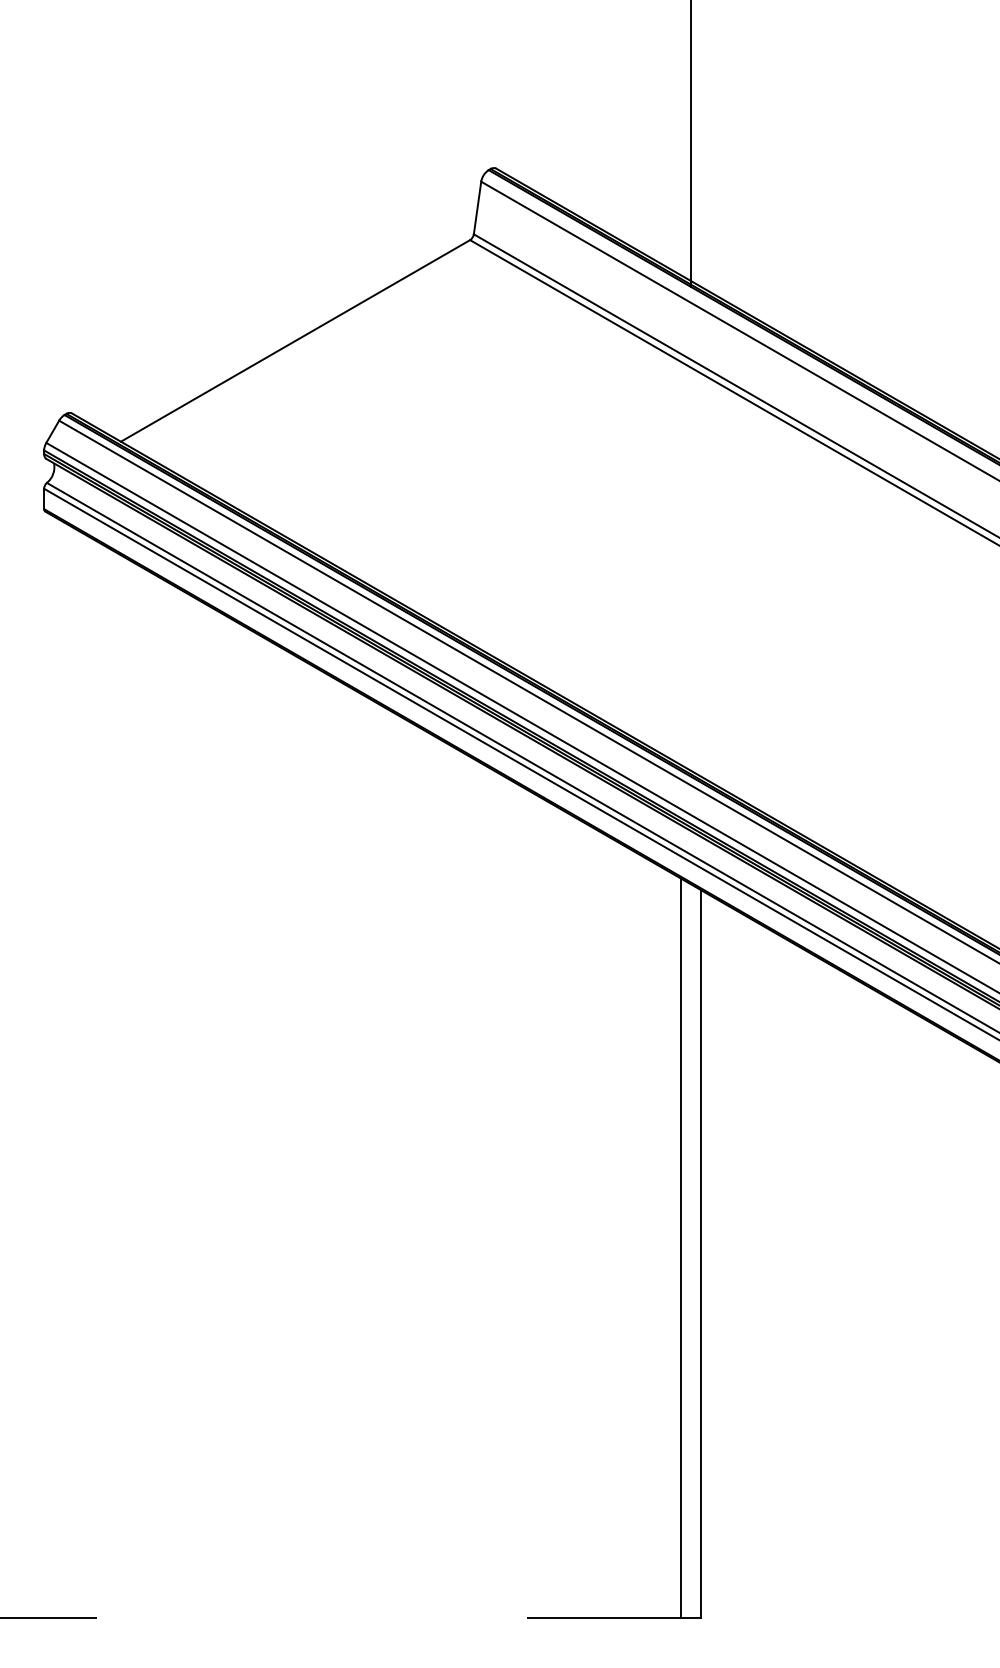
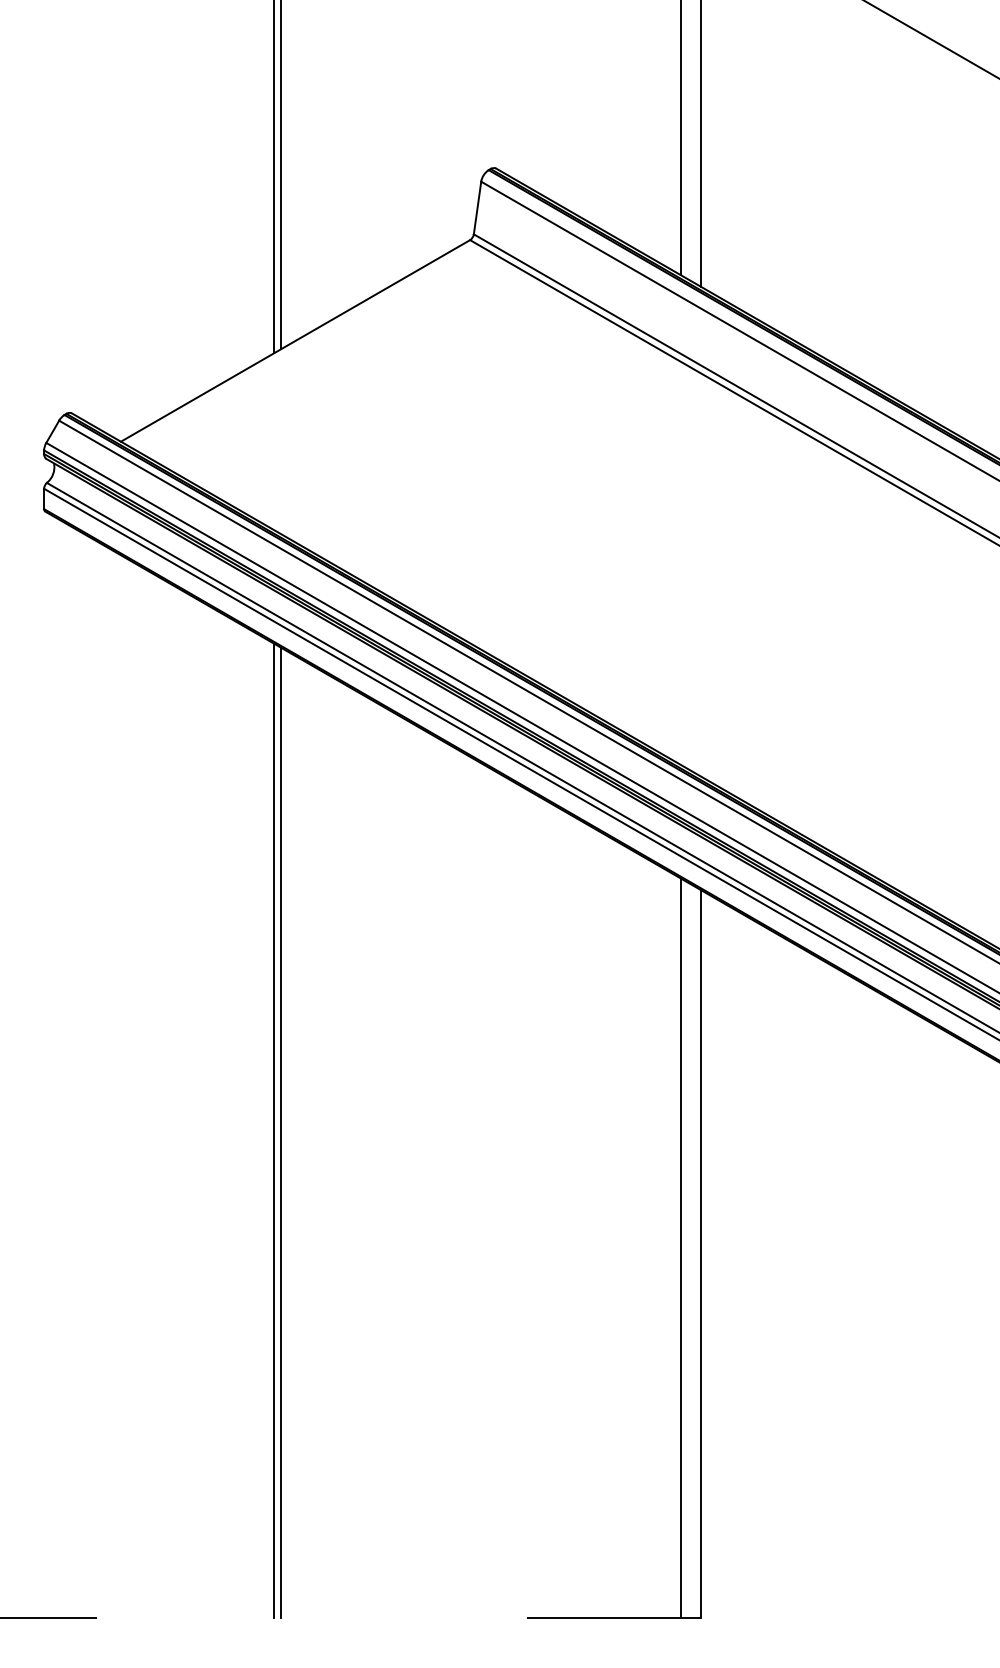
line at (931, 39): none -> present
line at (681, 138): none -> present
line at (691, 144) position: (691, 144) -> (701, 144)
line at (281, 175): none -> present
line at (273, 177): none -> present
line at (273, 1130): none -> present
line at (281, 1132): none -> present
